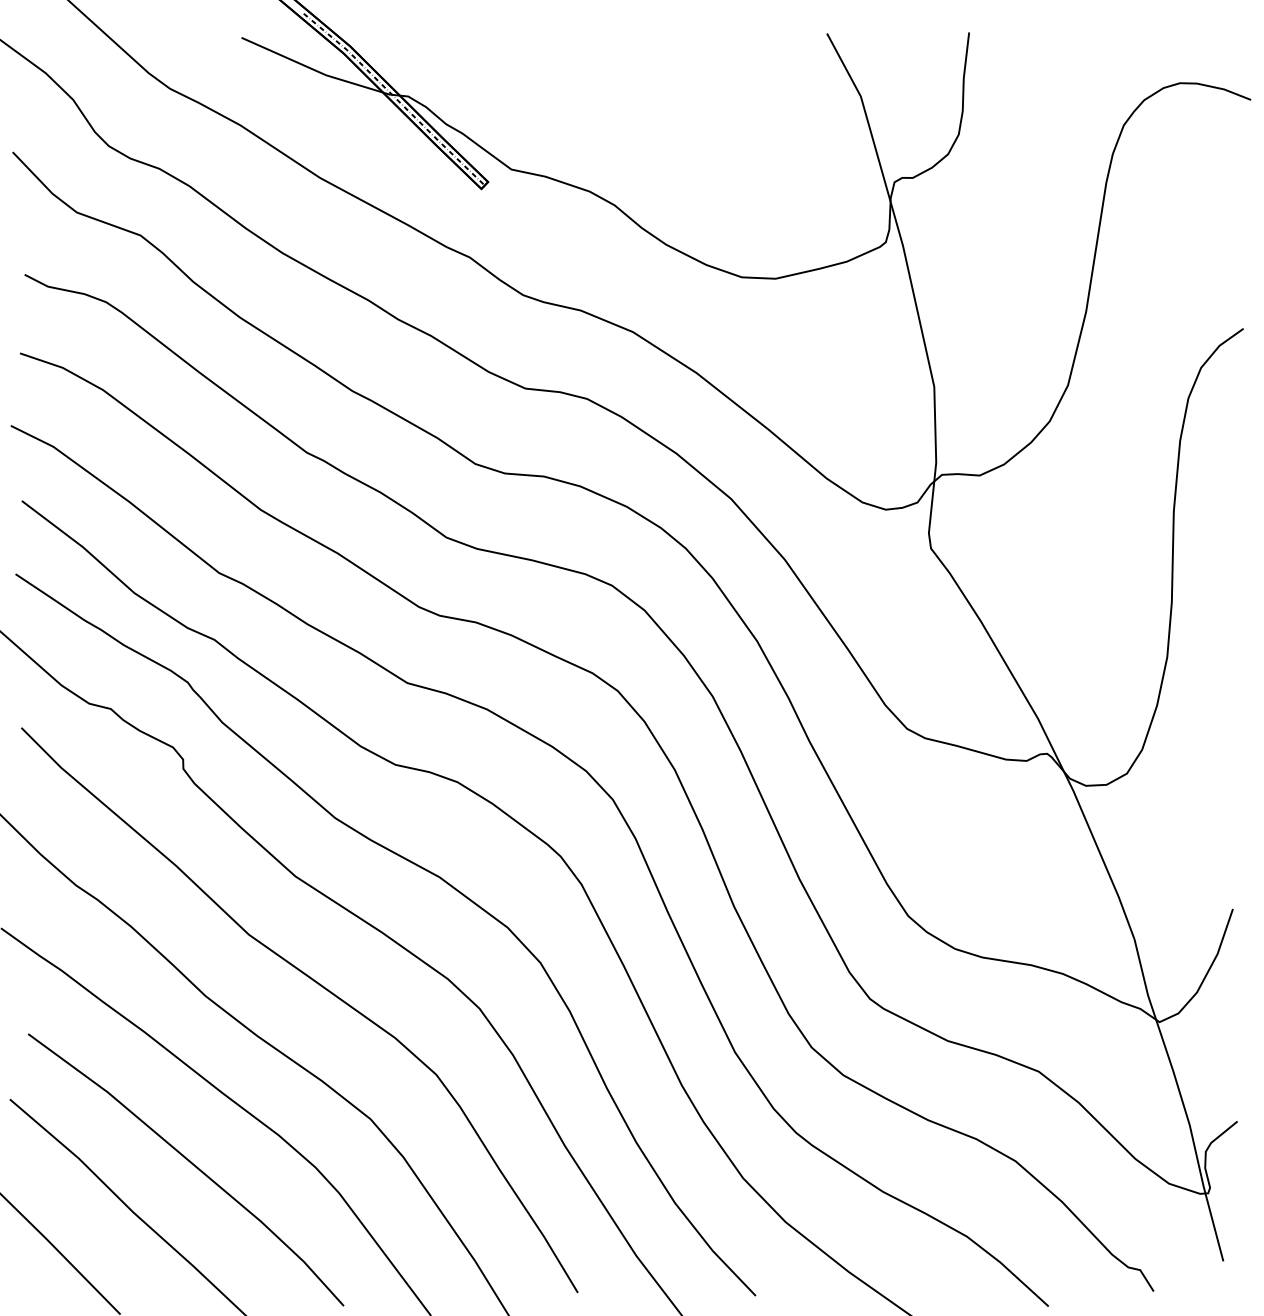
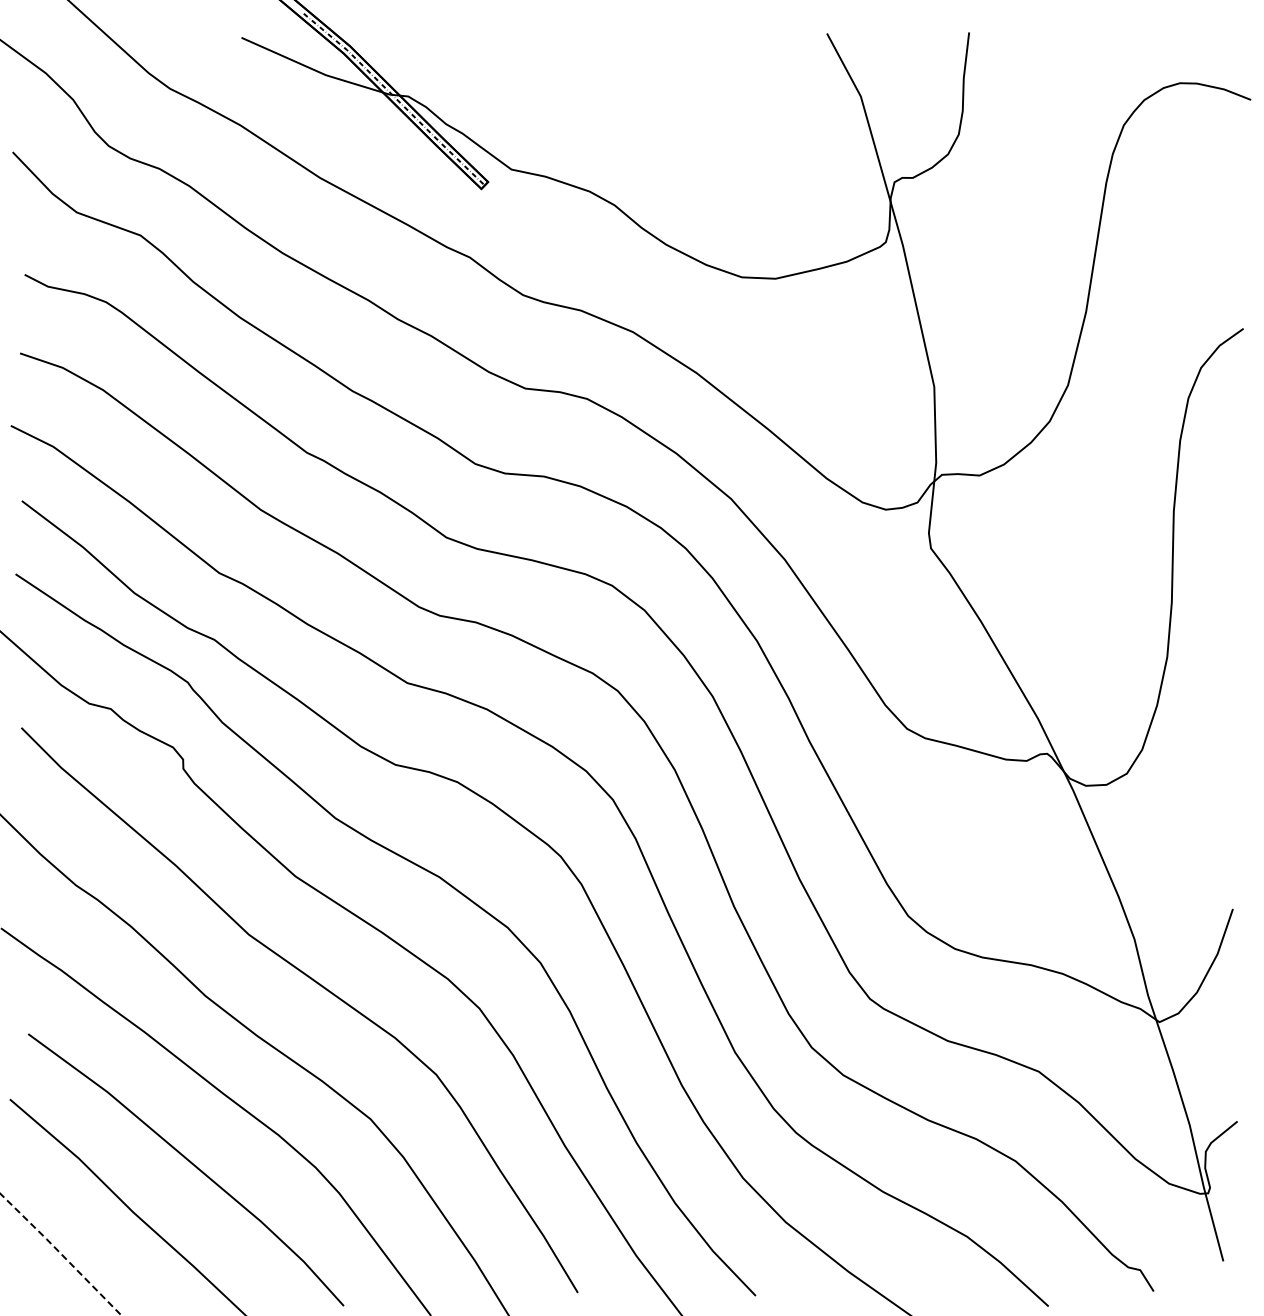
line at (60, 1252): solid -> dashed
